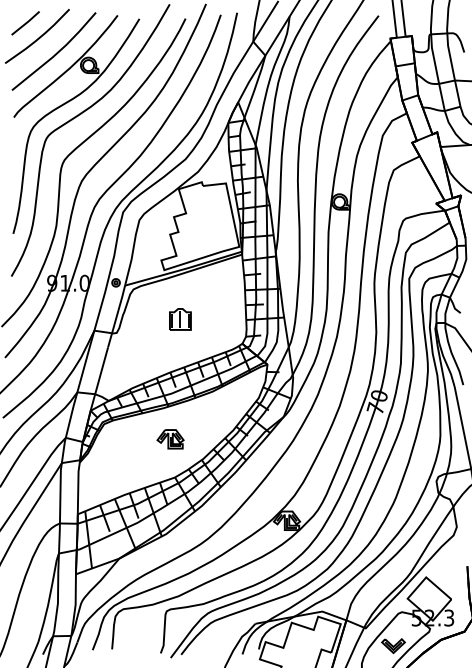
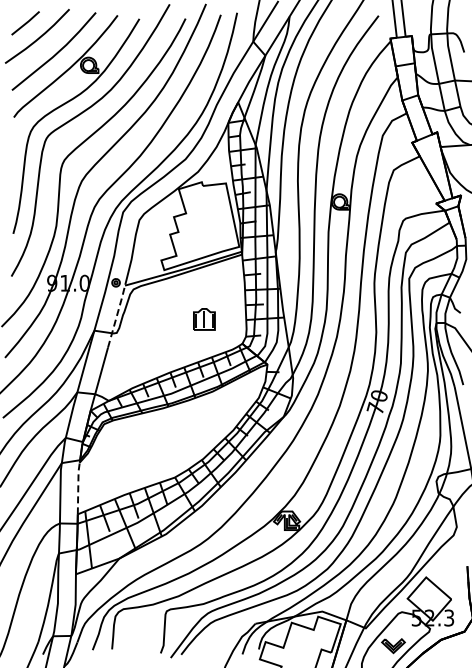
line at (116, 316): solid -> dashed
part at (180, 319) position: (180, 319) -> (204, 319)
part at (170, 439): present -> none
line at (78, 487): solid -> dashed
